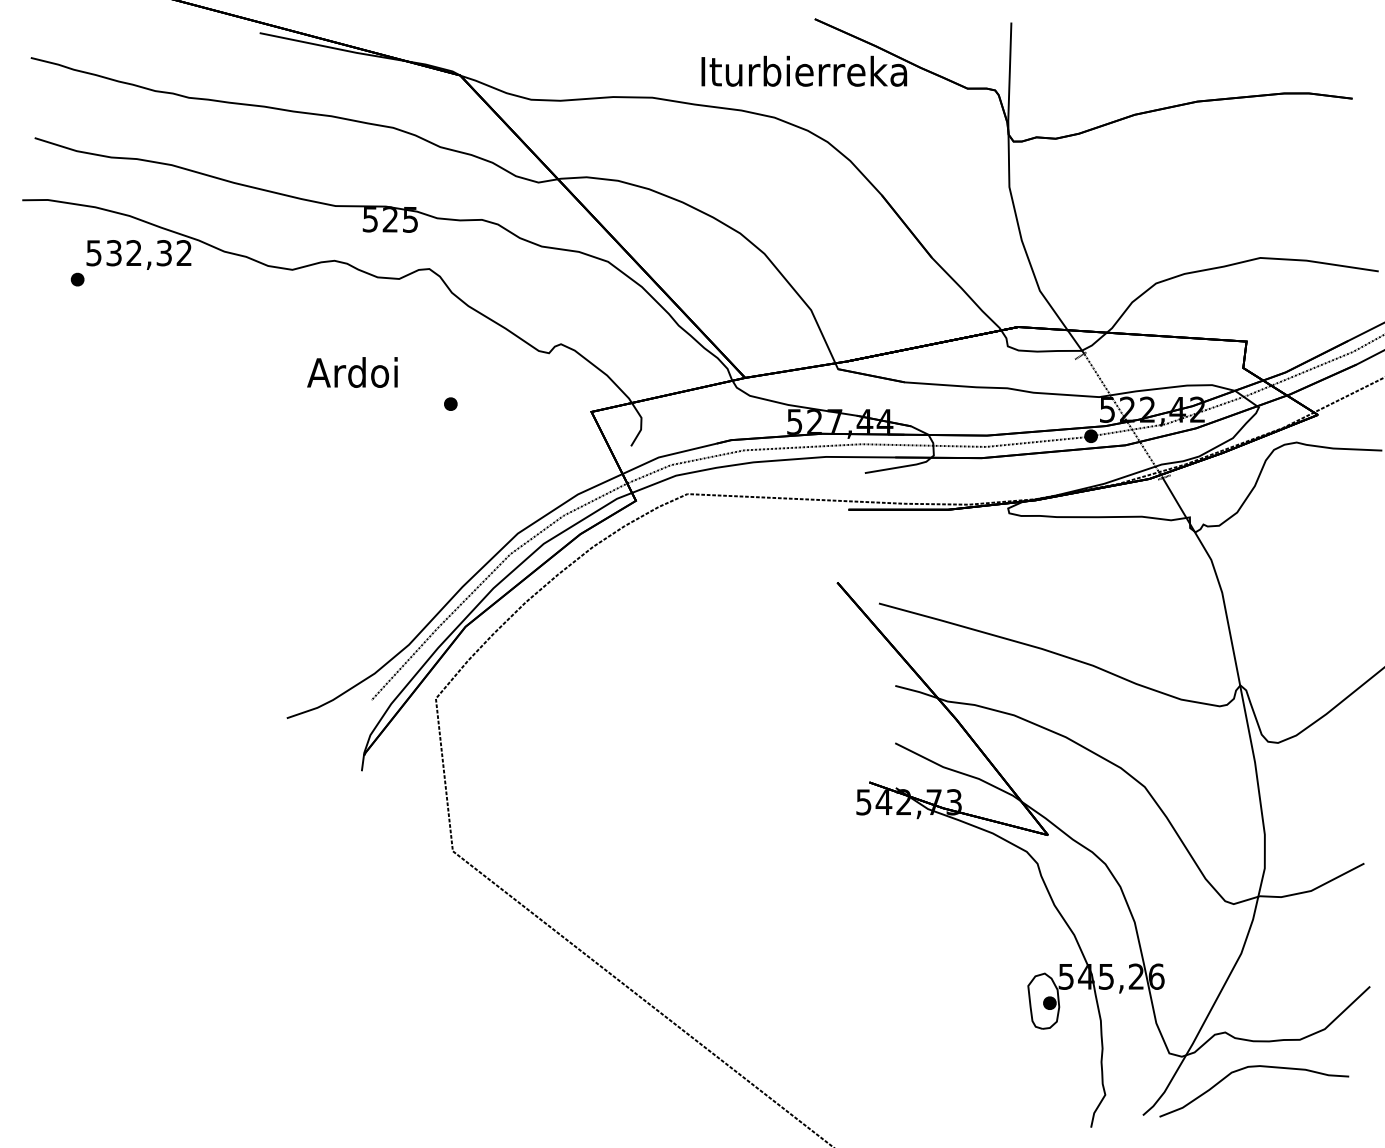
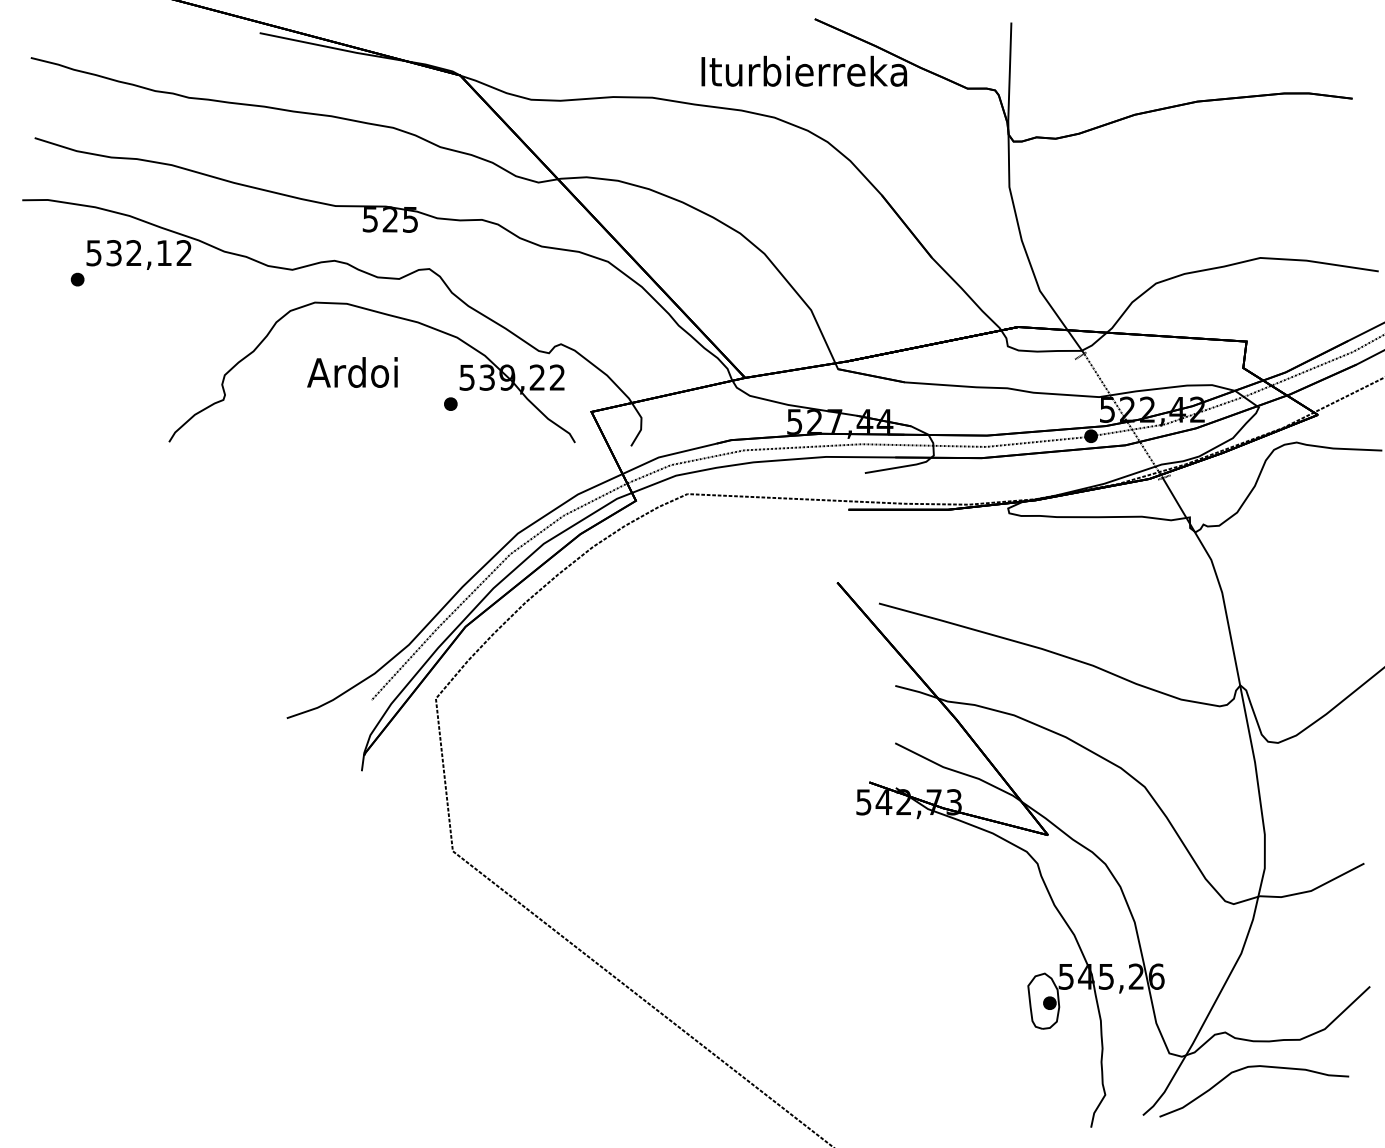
text at (163, 253): 532,32 -> 532,12
part at (385, 315): none -> present
